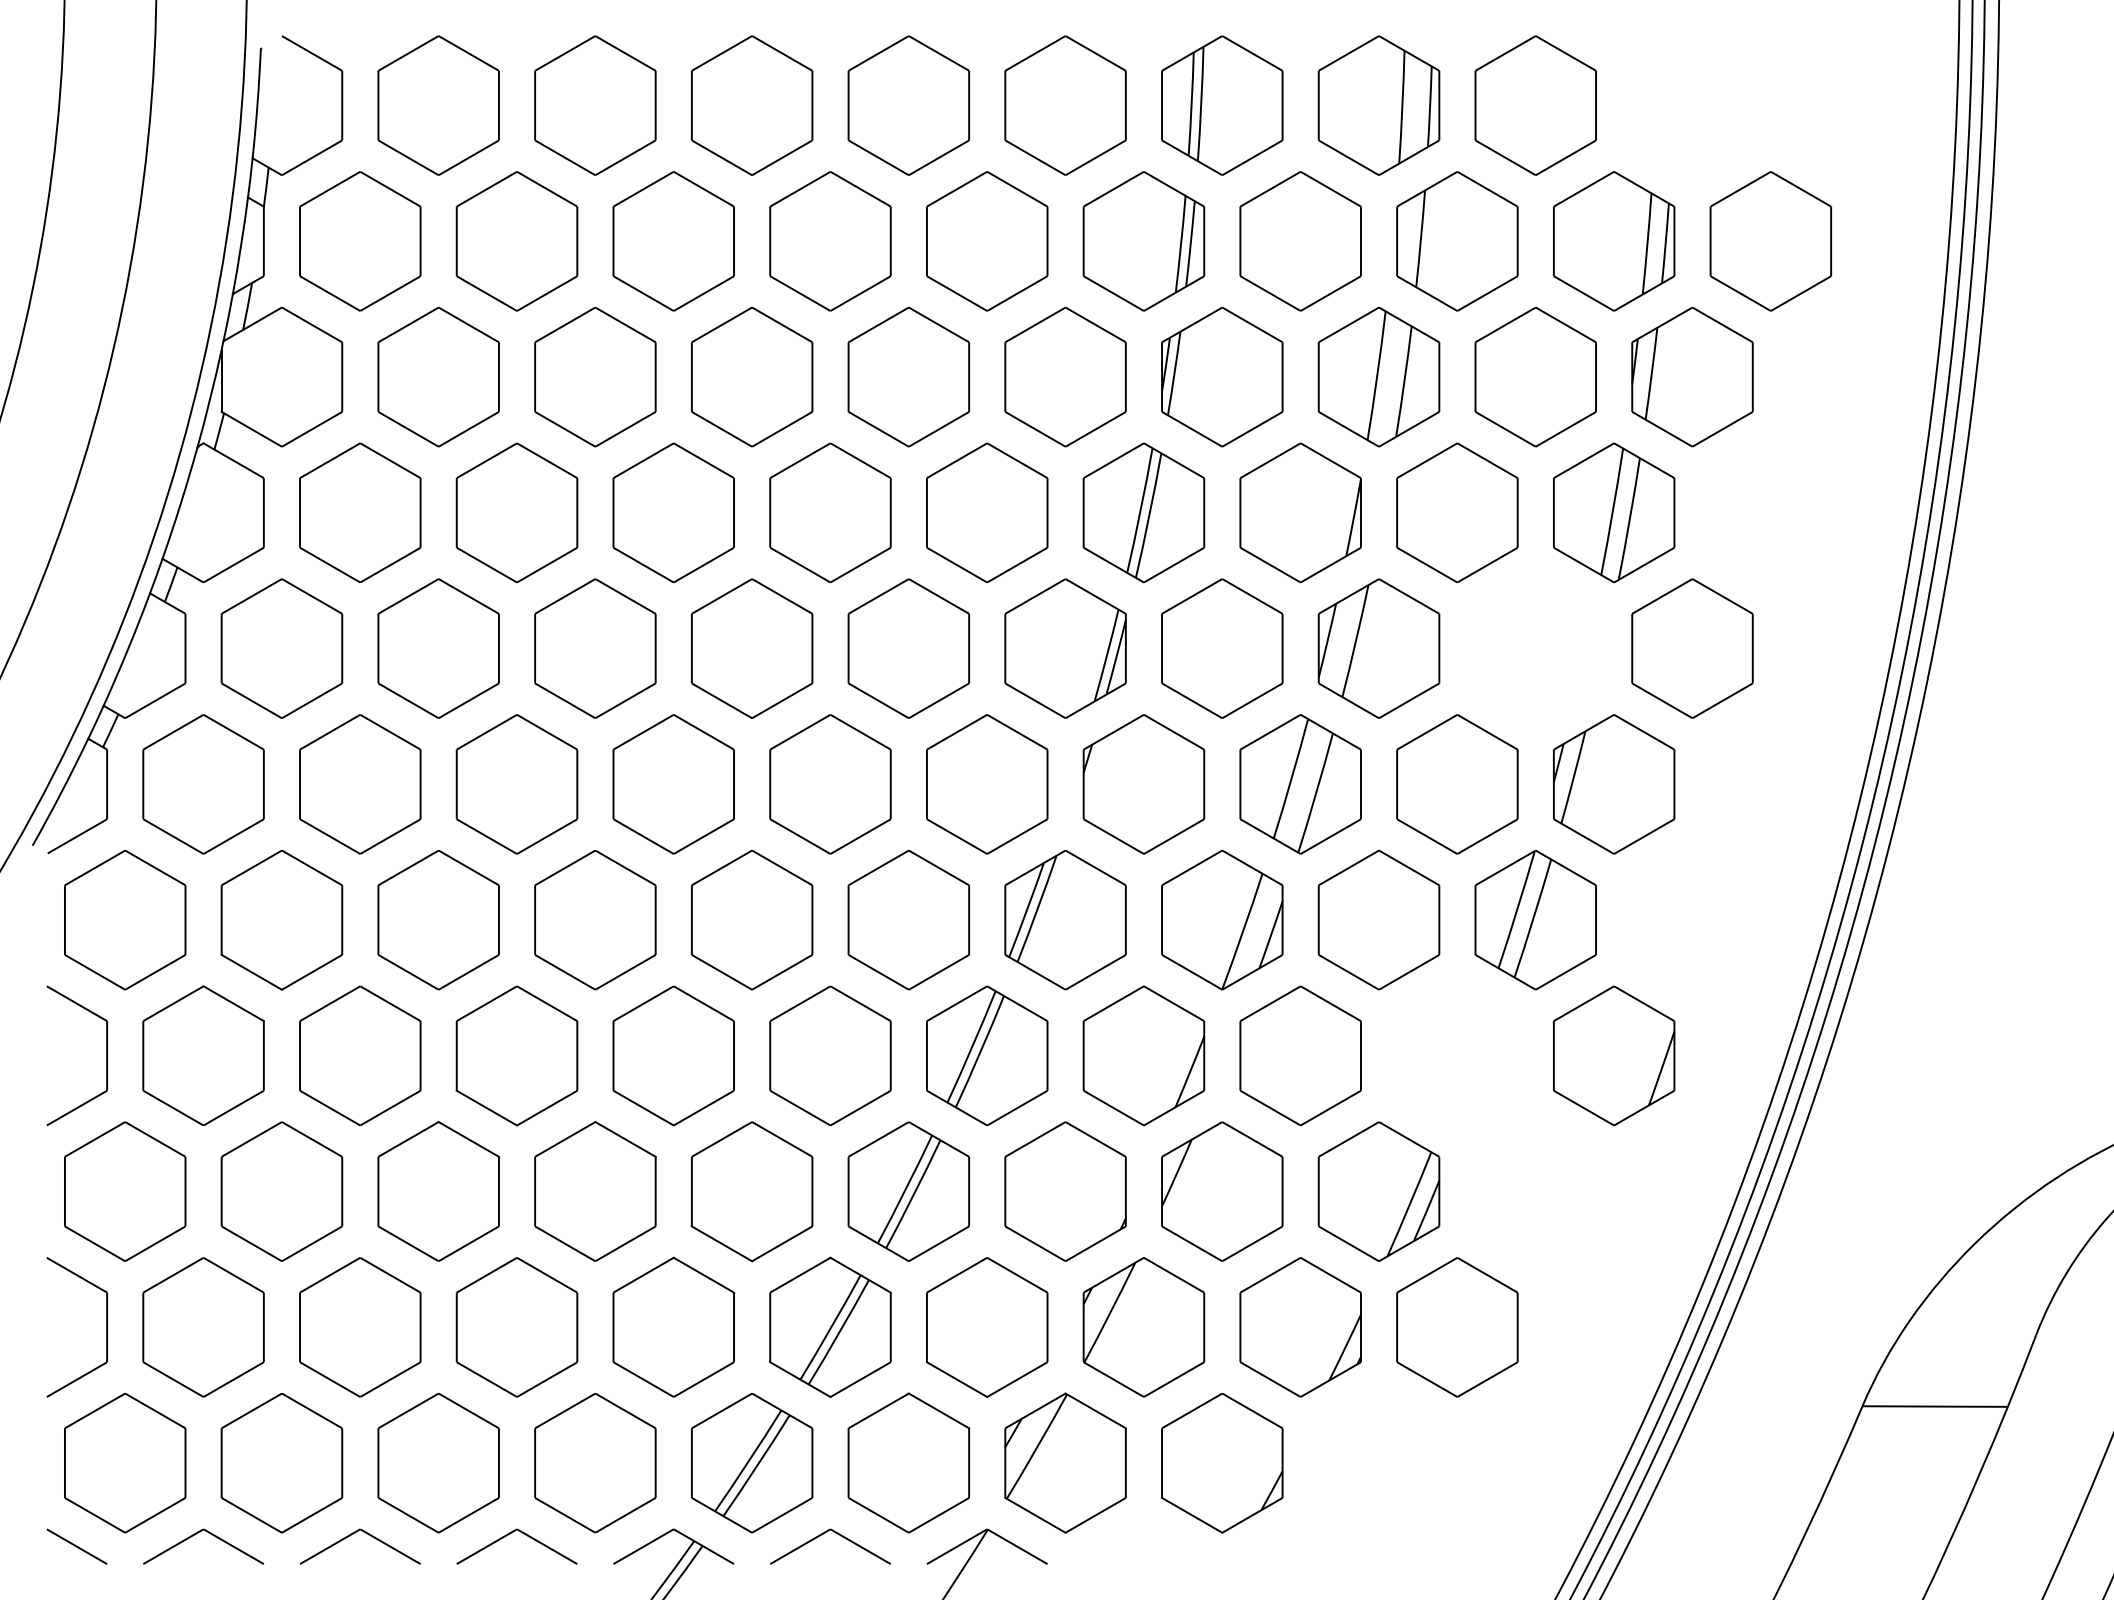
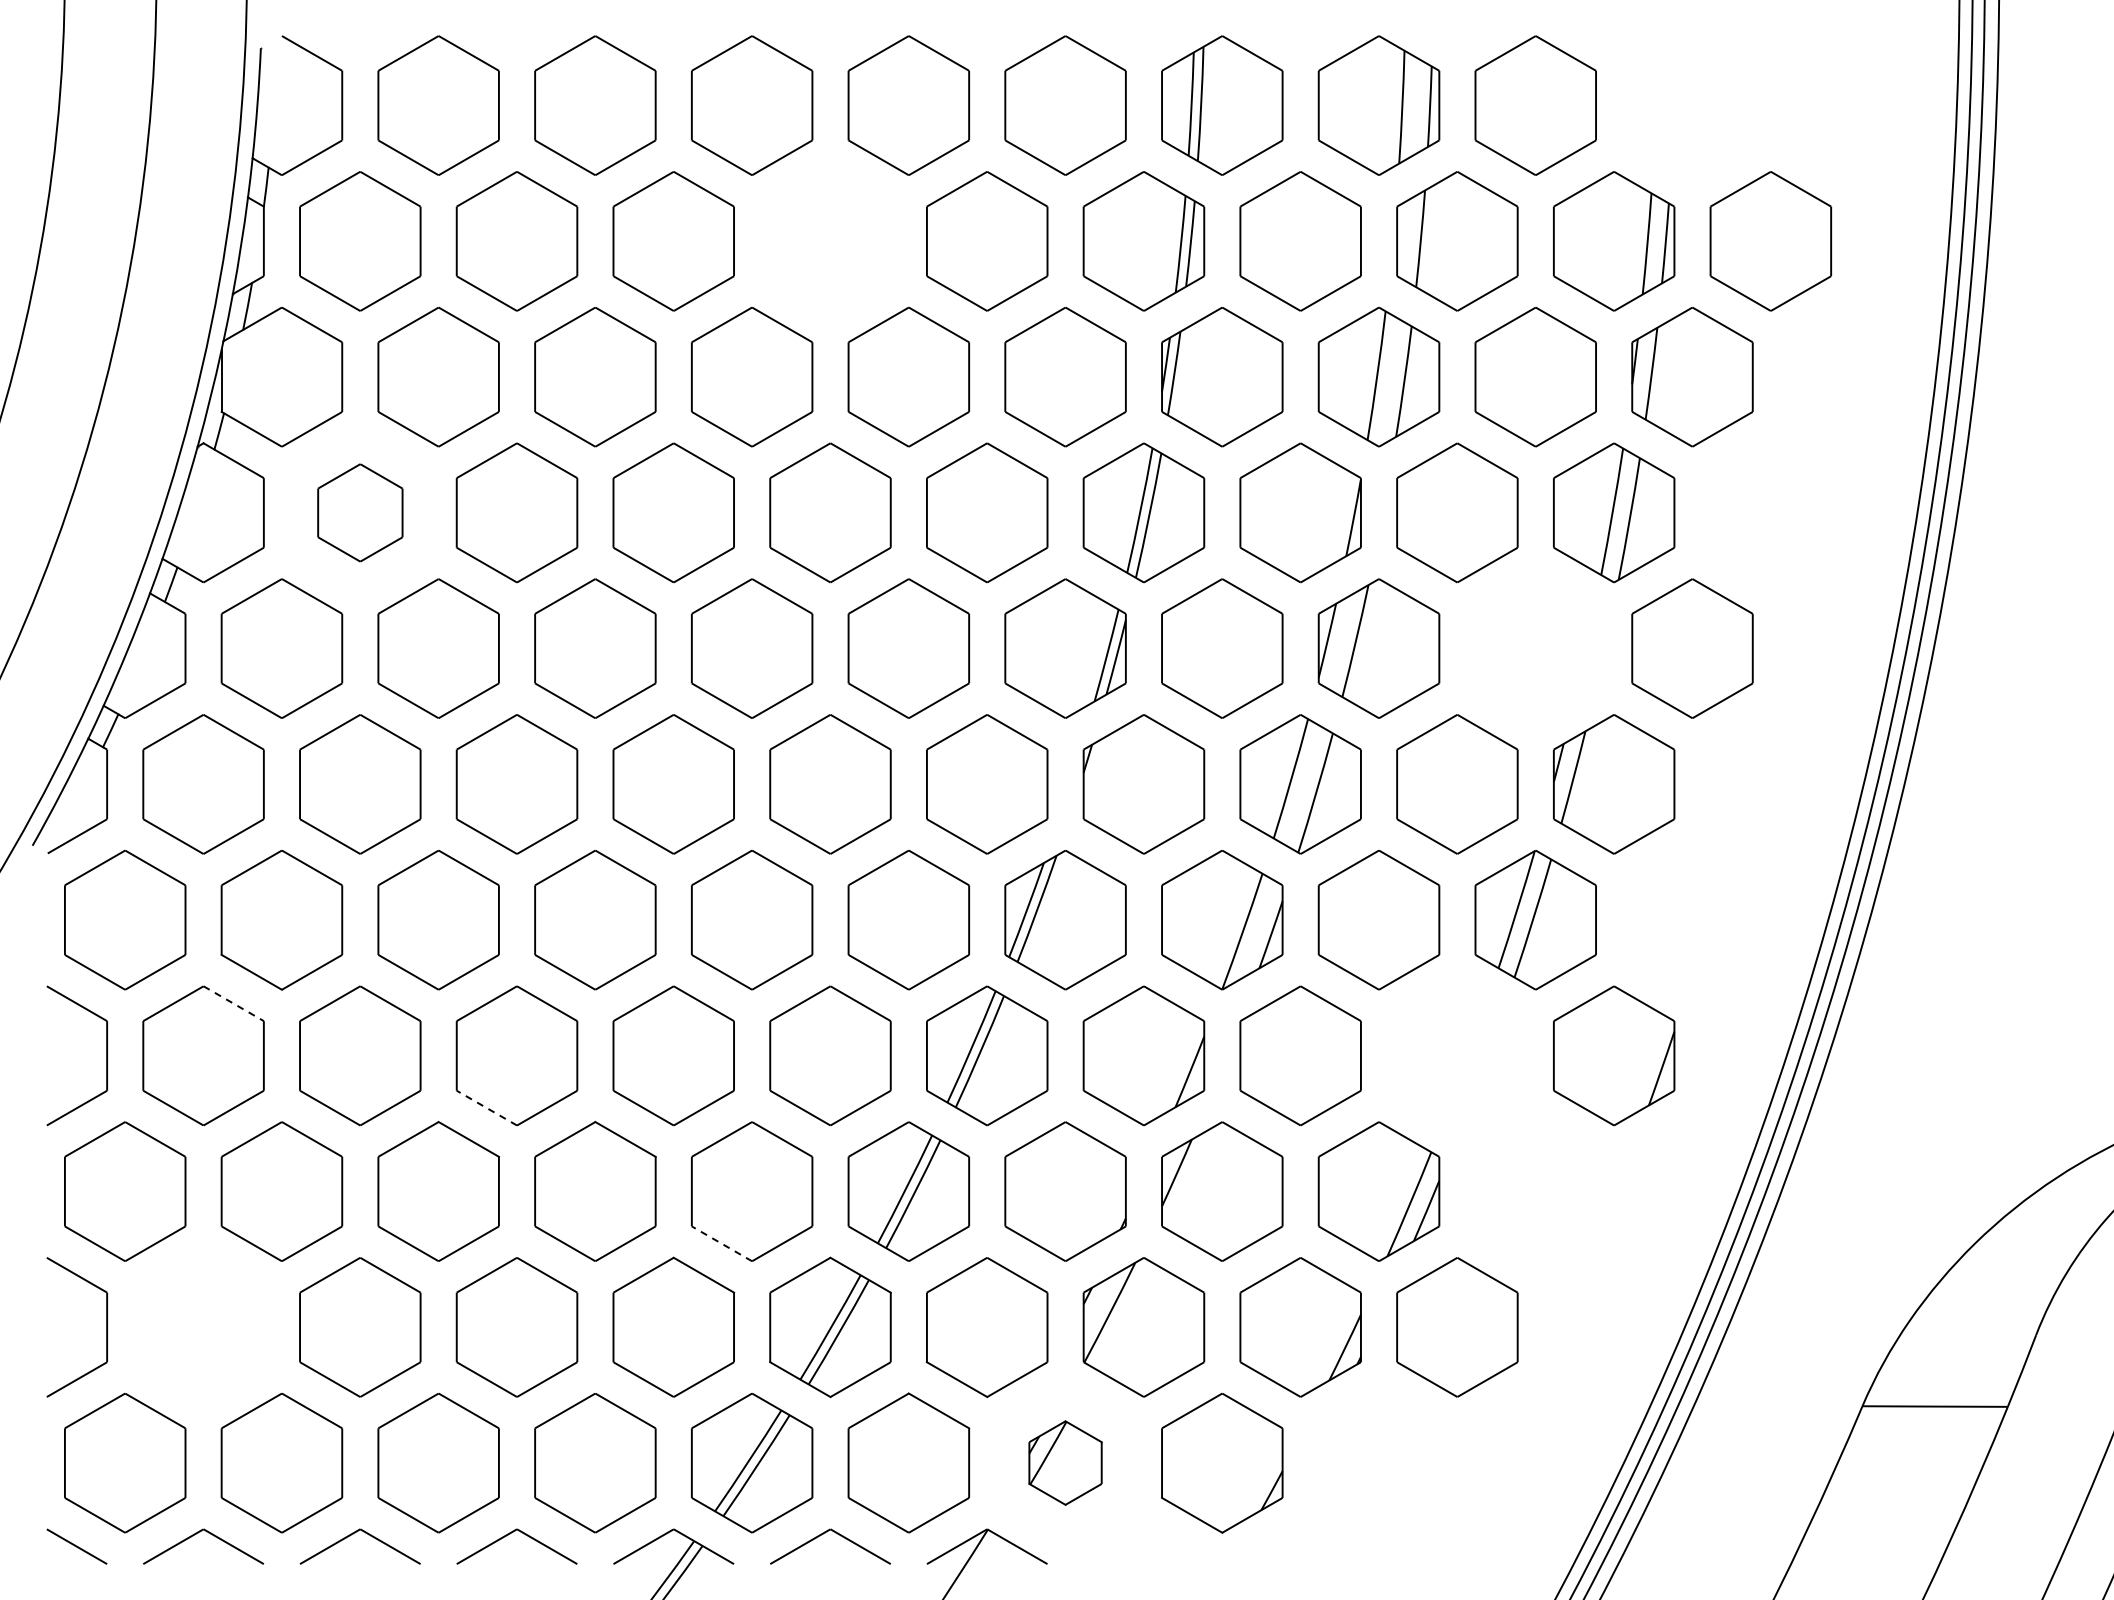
part at (830, 241): present -> none
part at (360, 512) size: 123x142 px -> 87x100 px
line at (233, 1003): solid -> dashed
line at (486, 1108): solid -> dashed
line at (721, 1243): solid -> dashed
part at (203, 1327): present -> none
part at (1065, 1462) size: 123x142 px -> 75x86 px
